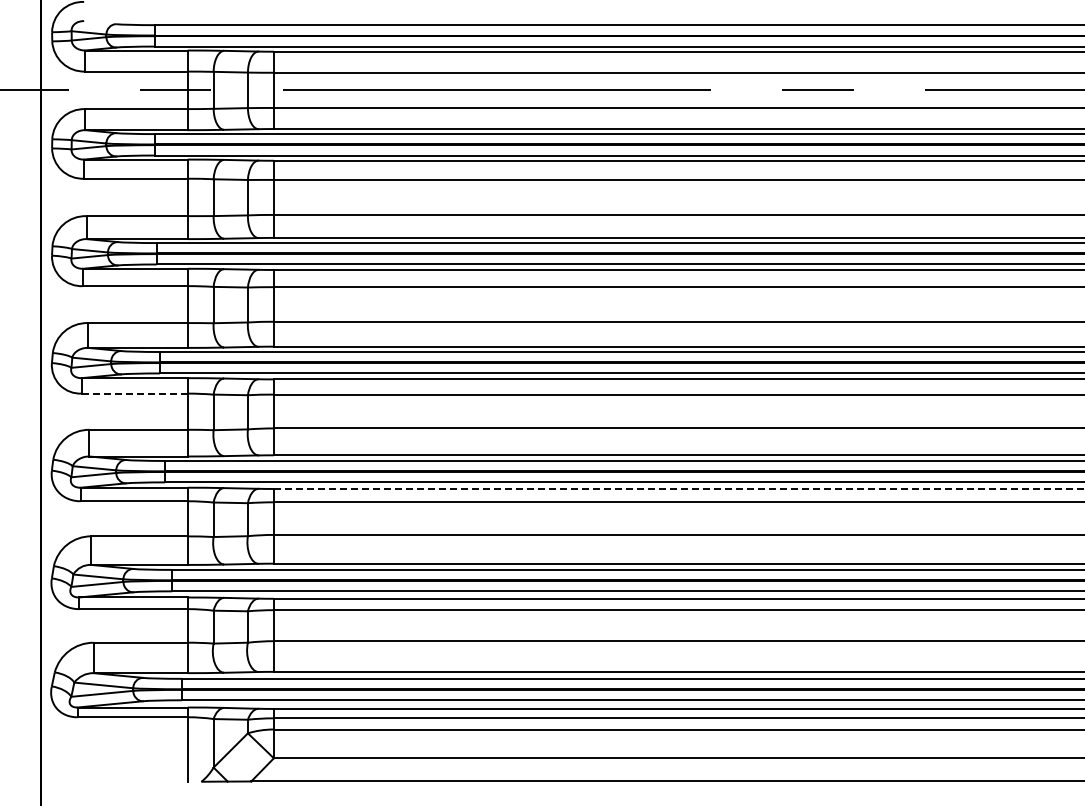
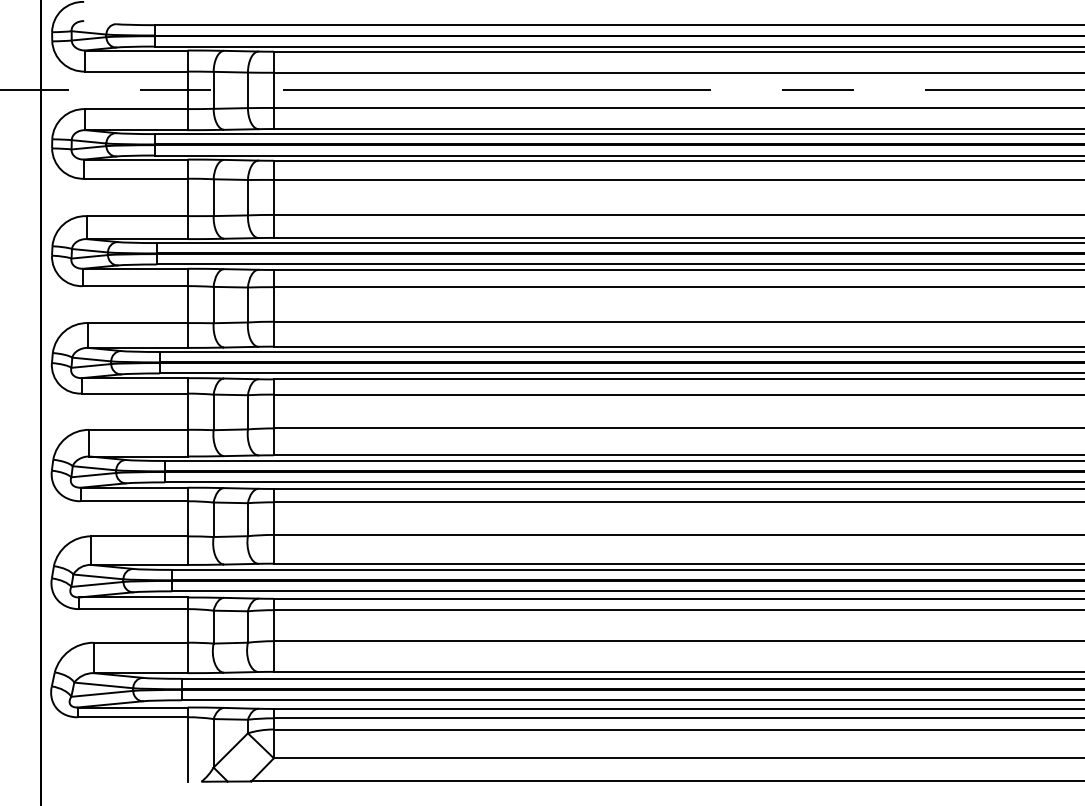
line at (134, 393): dashed -> solid
line at (679, 488): dashed -> solid
